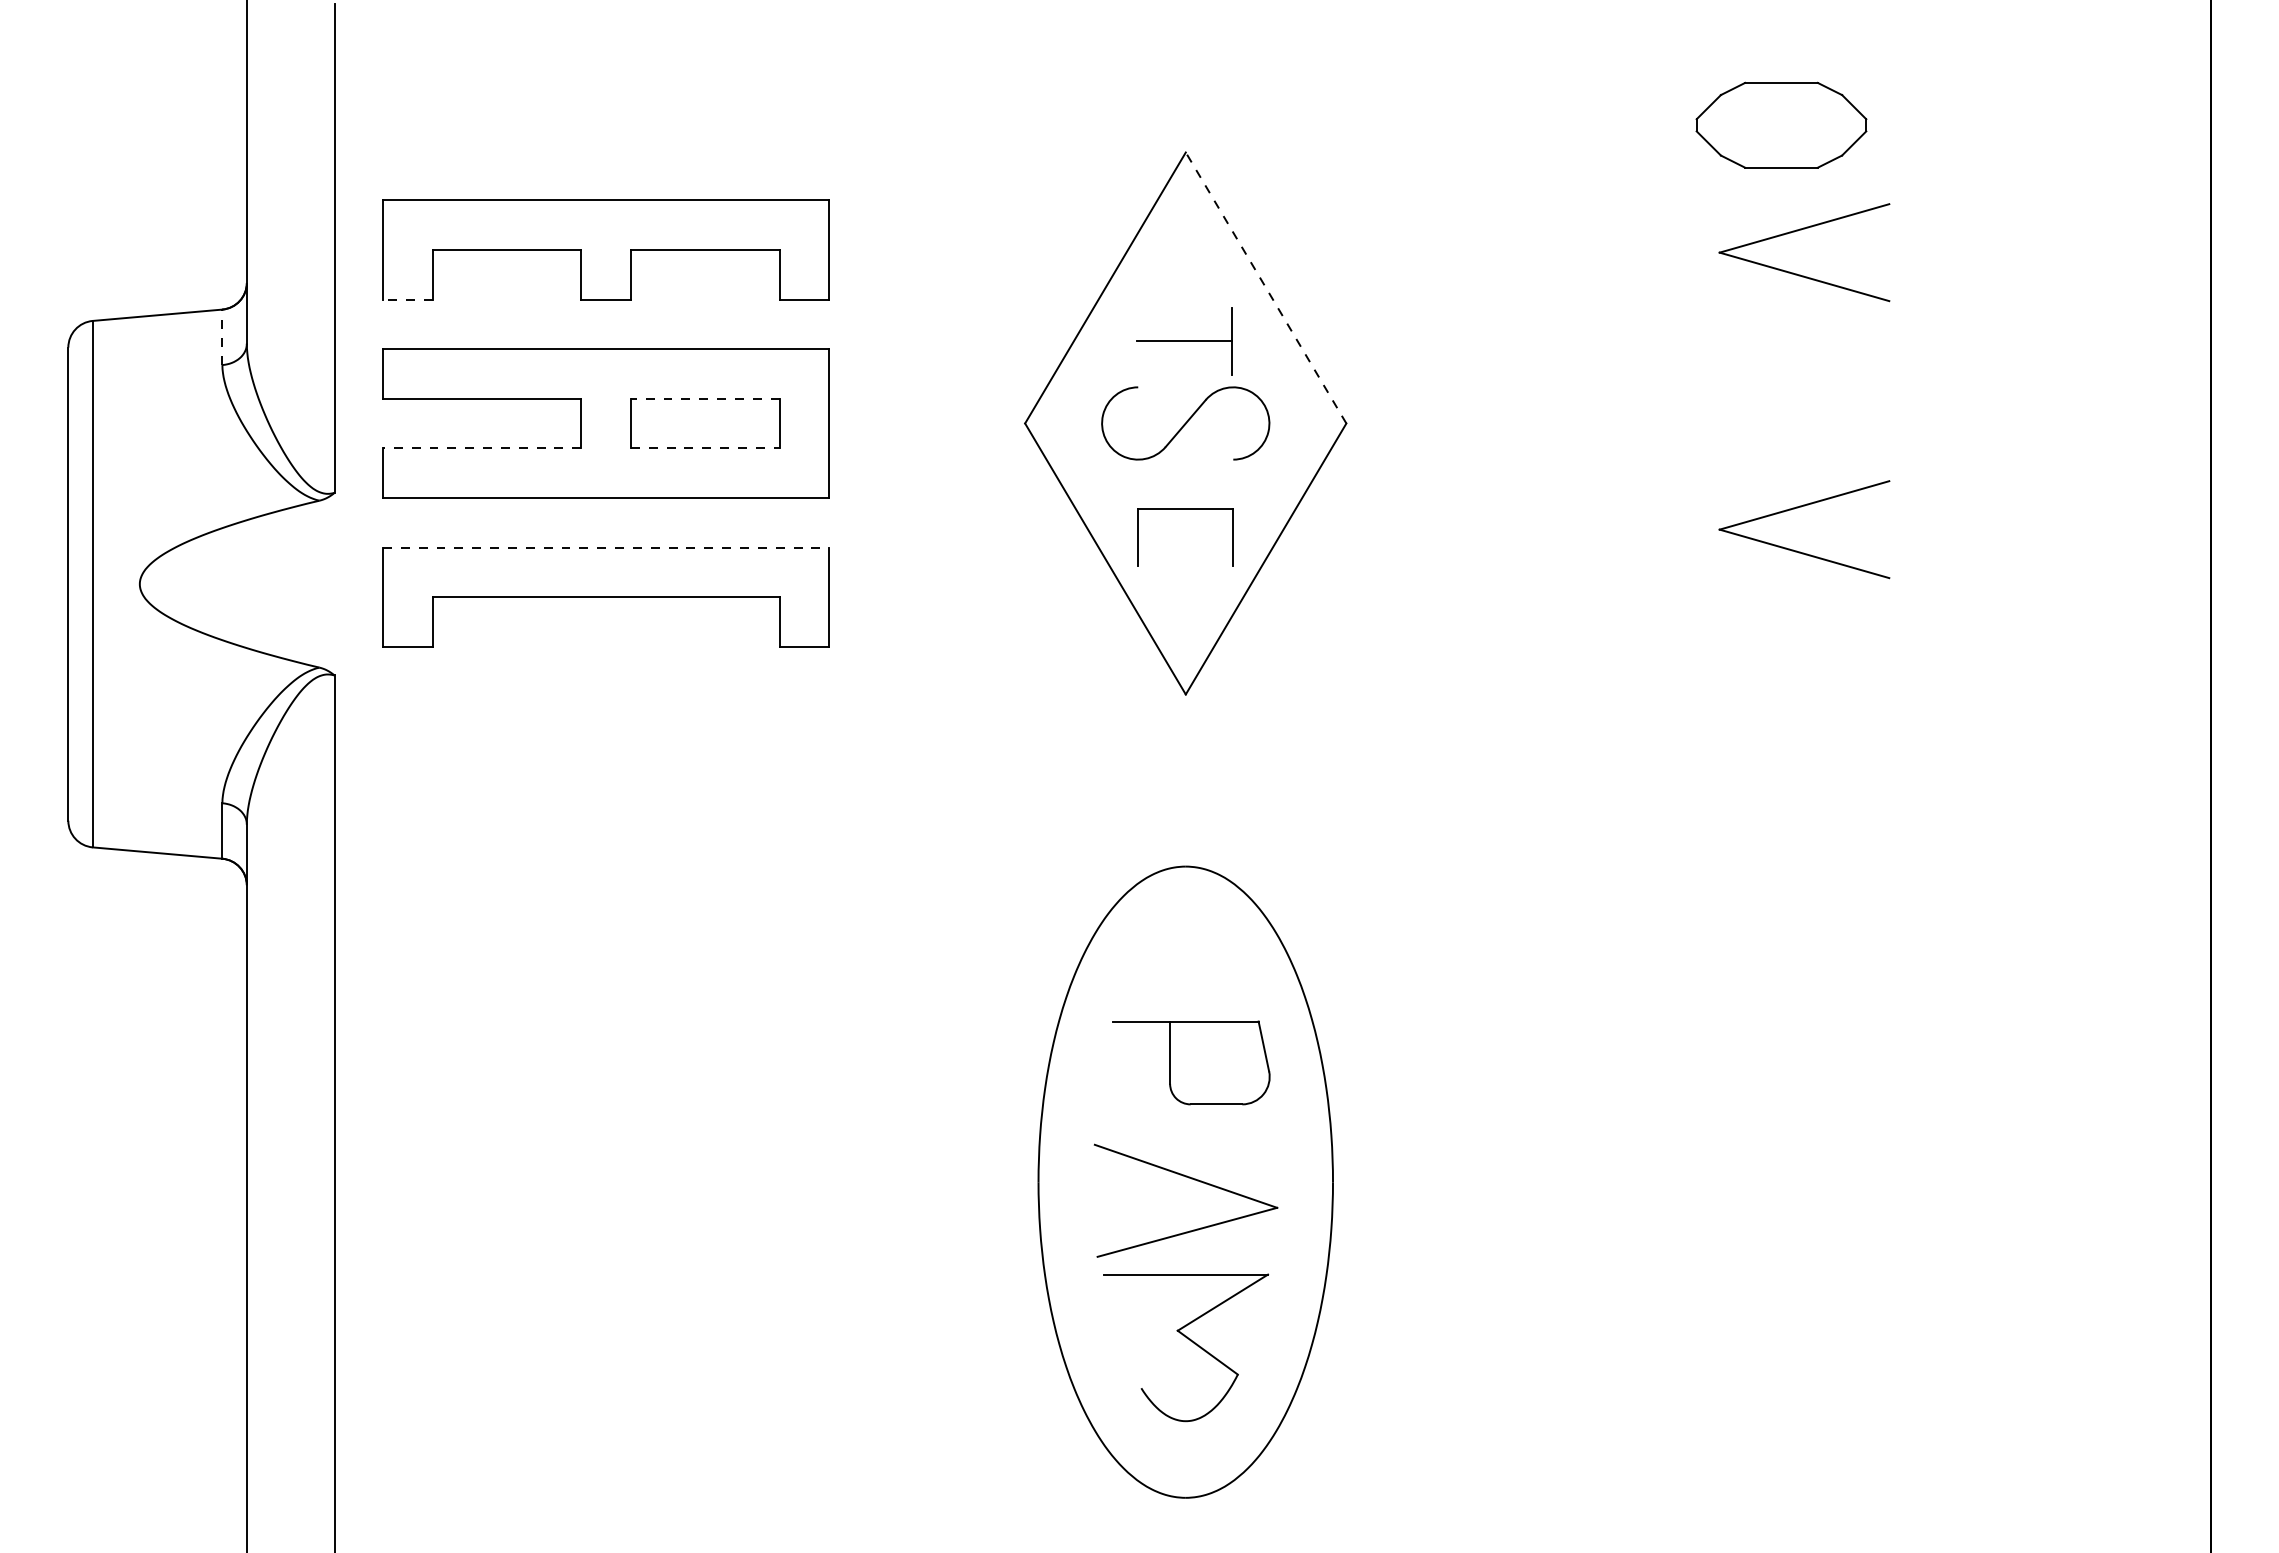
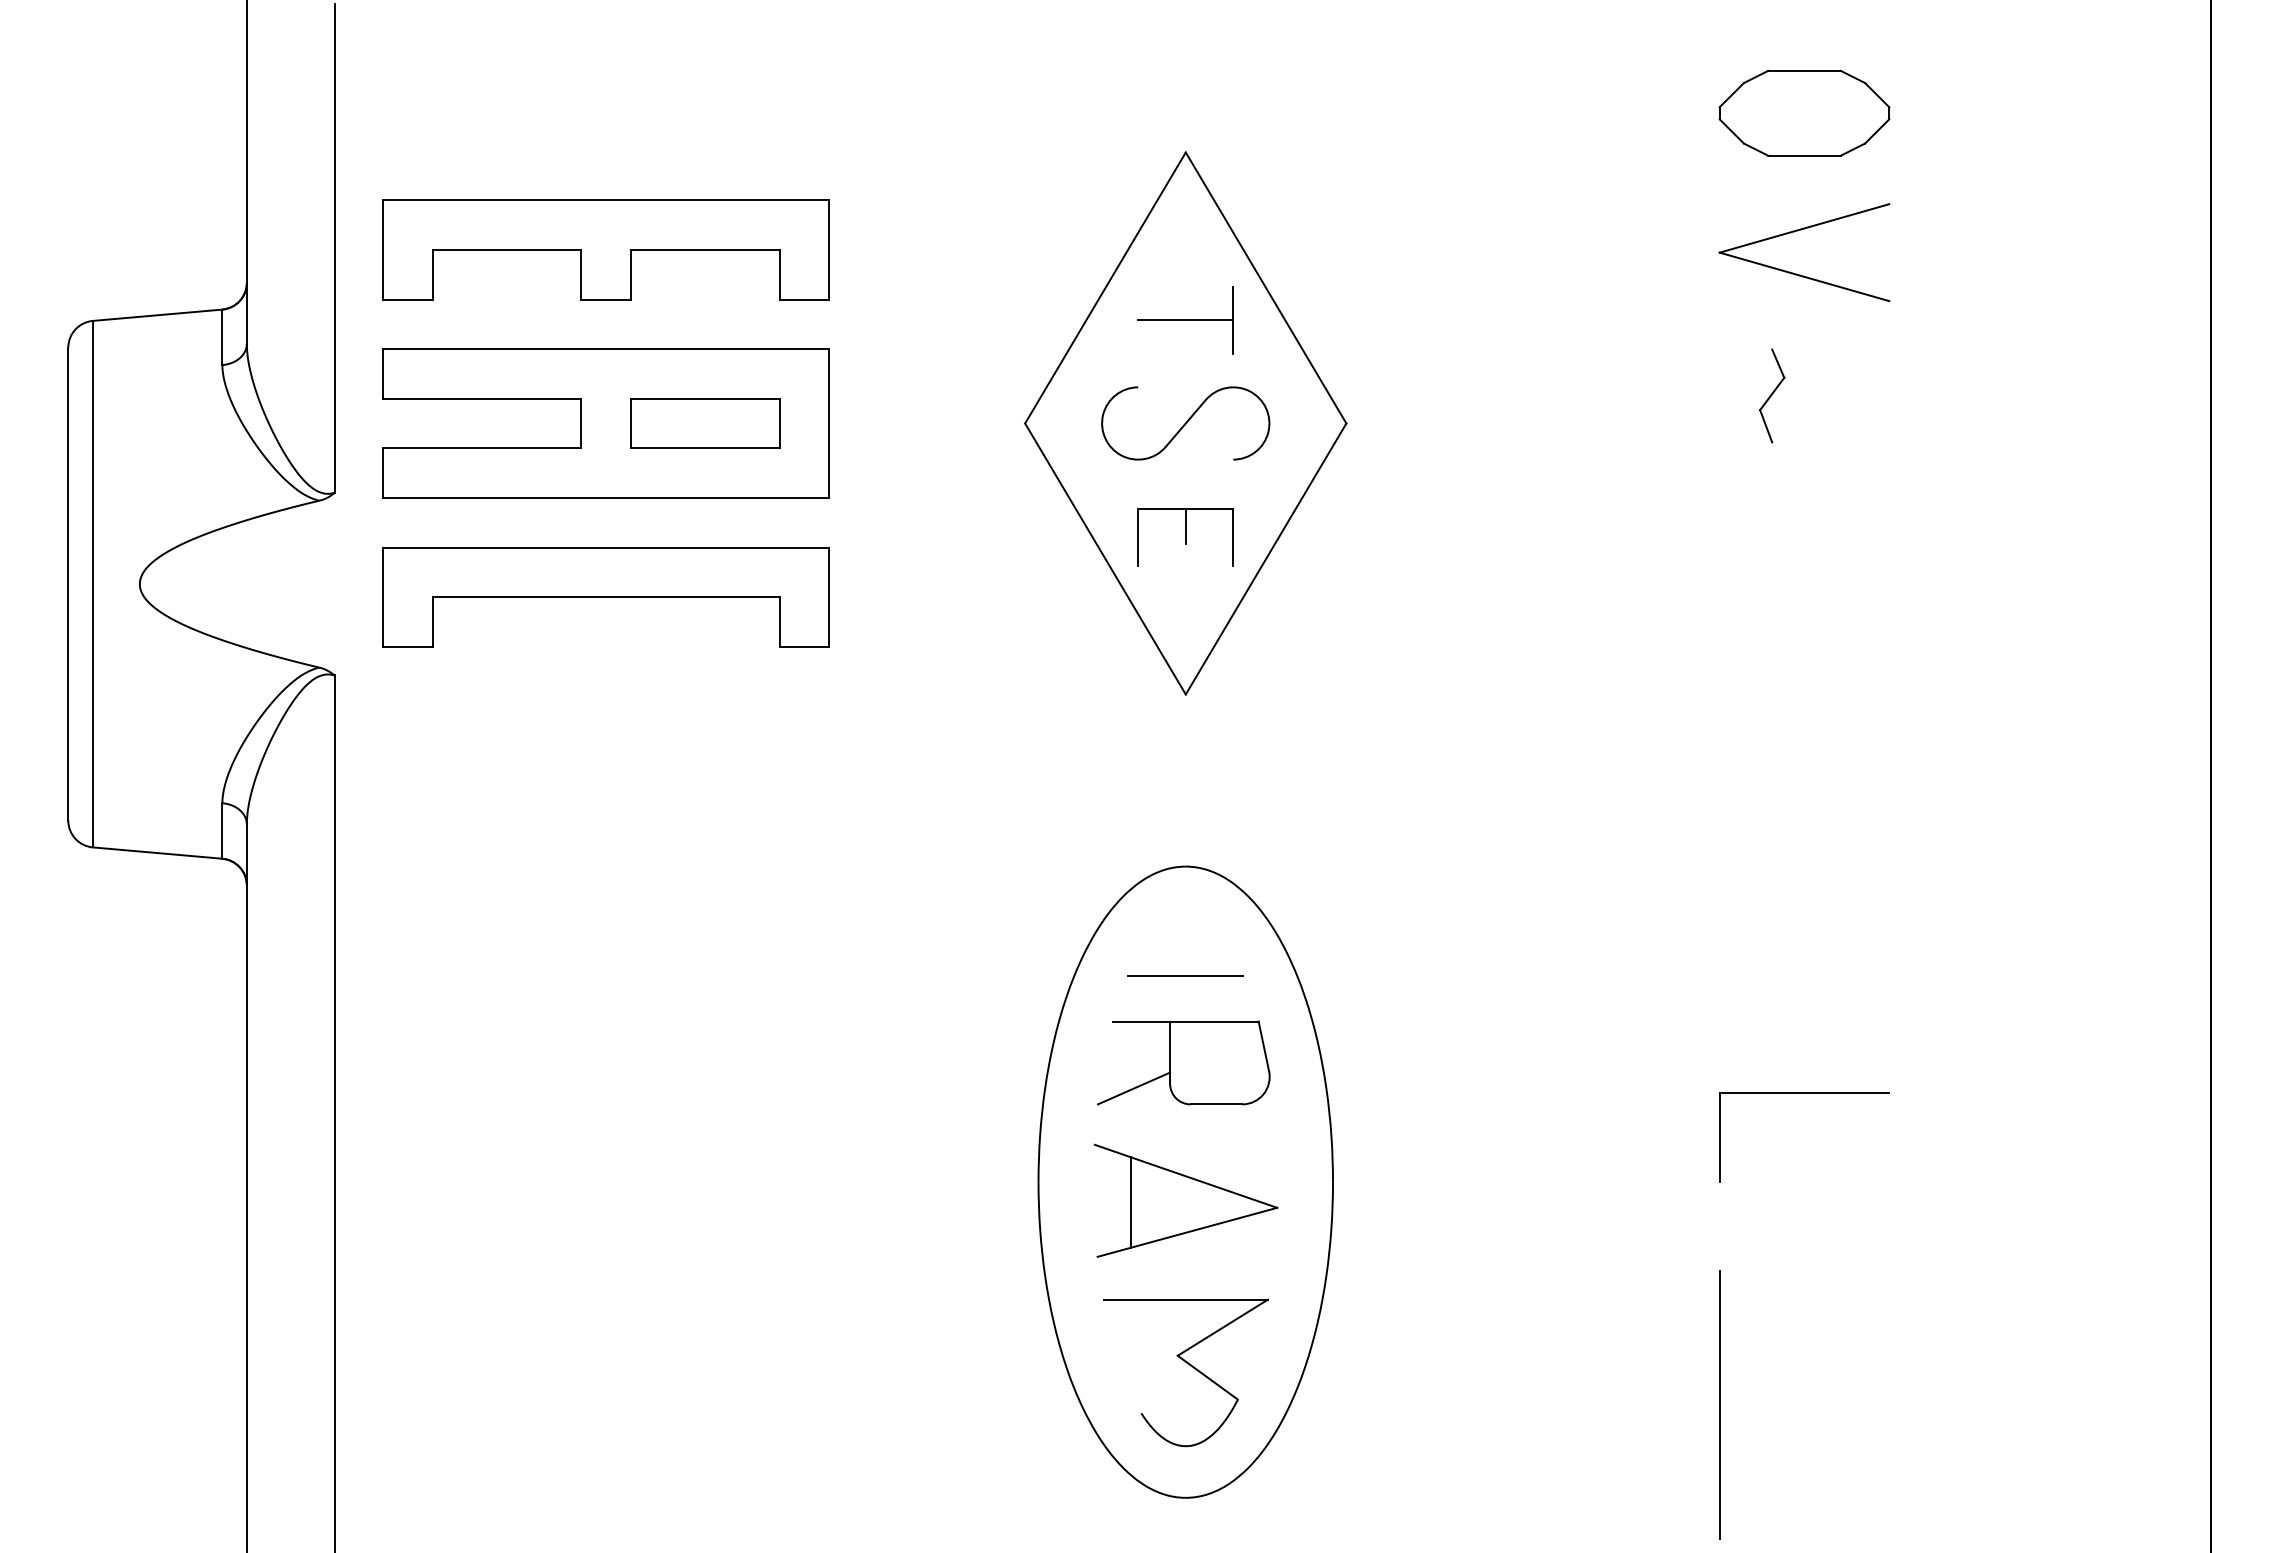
part at (1781, 124) position: (1781, 124) -> (1804, 112)
line at (1266, 288): dashed -> solid
line at (407, 299): dashed -> solid
line at (222, 337): dashed -> solid
part at (1184, 341) position: (1184, 341) -> (1185, 320)
part at (1772, 395): none -> present
line at (704, 398): dashed -> solid
line at (481, 448): dashed -> solid
line at (705, 448): dashed -> solid
part at (1798, 508): present -> none
line at (1185, 526): none -> present
line at (606, 547): dashed -> solid
line at (1185, 976): none -> present
line at (1133, 1088): none -> present
part at (1804, 1093): none -> present
line at (1131, 1202): none -> present
part at (1190, 1341) position: (1190, 1341) -> (1190, 1366)
line at (1719, 1405): none -> present
